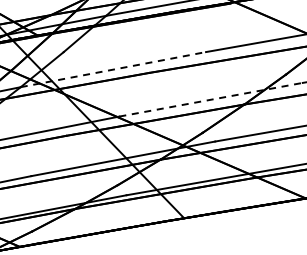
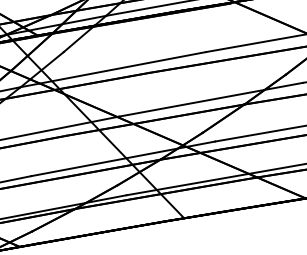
line at (113, 69): dashed -> solid
line at (211, 99): dashed -> solid
